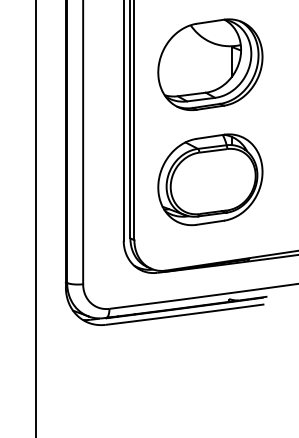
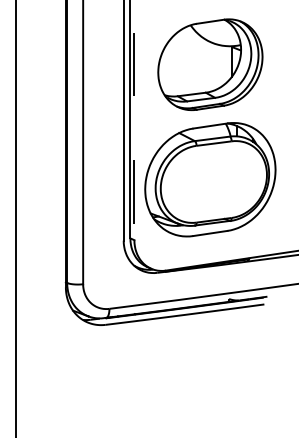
line at (134, 120): solid -> dashed
part at (210, 179) size: 107x94 px -> 133x116 px
line at (36, 218) position: (36, 218) -> (16, 218)
